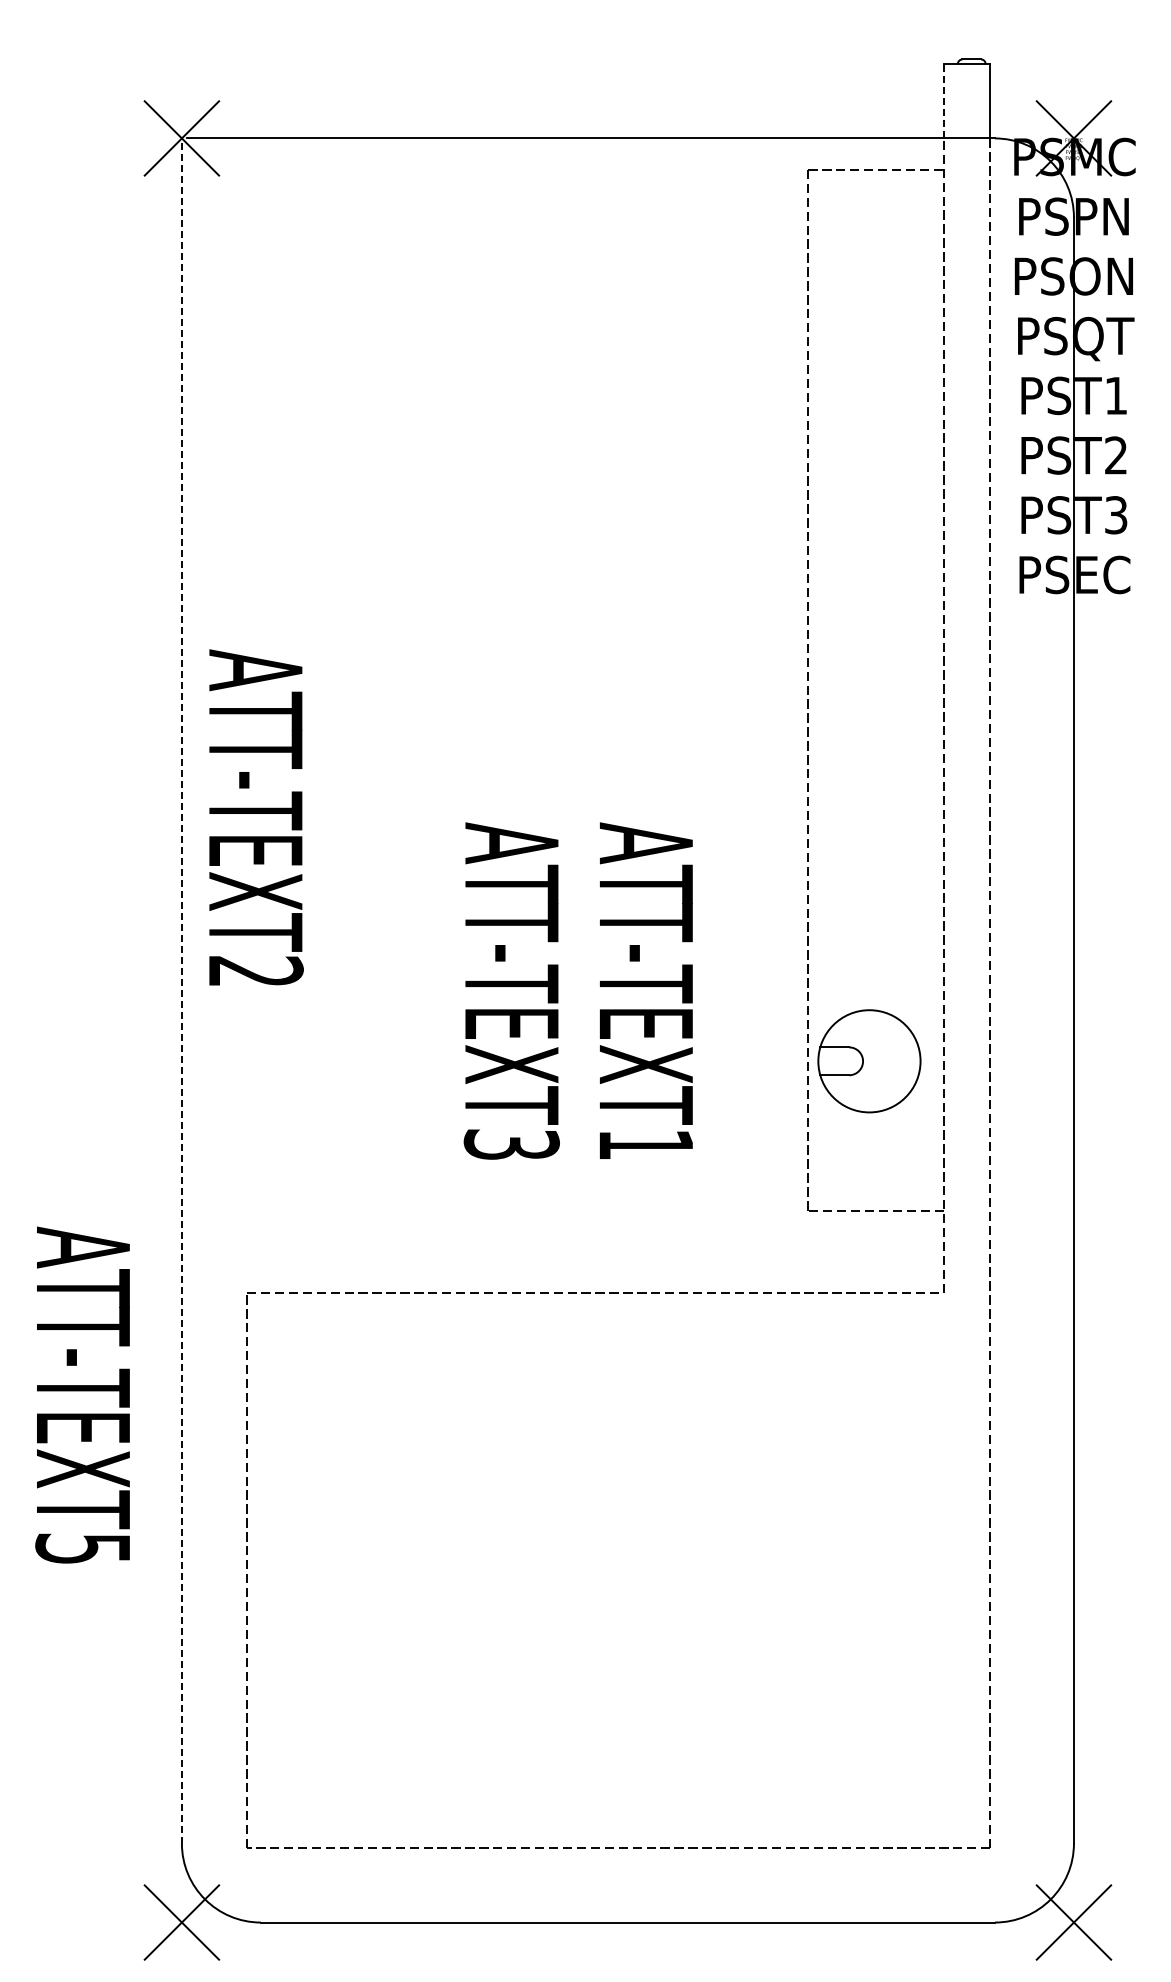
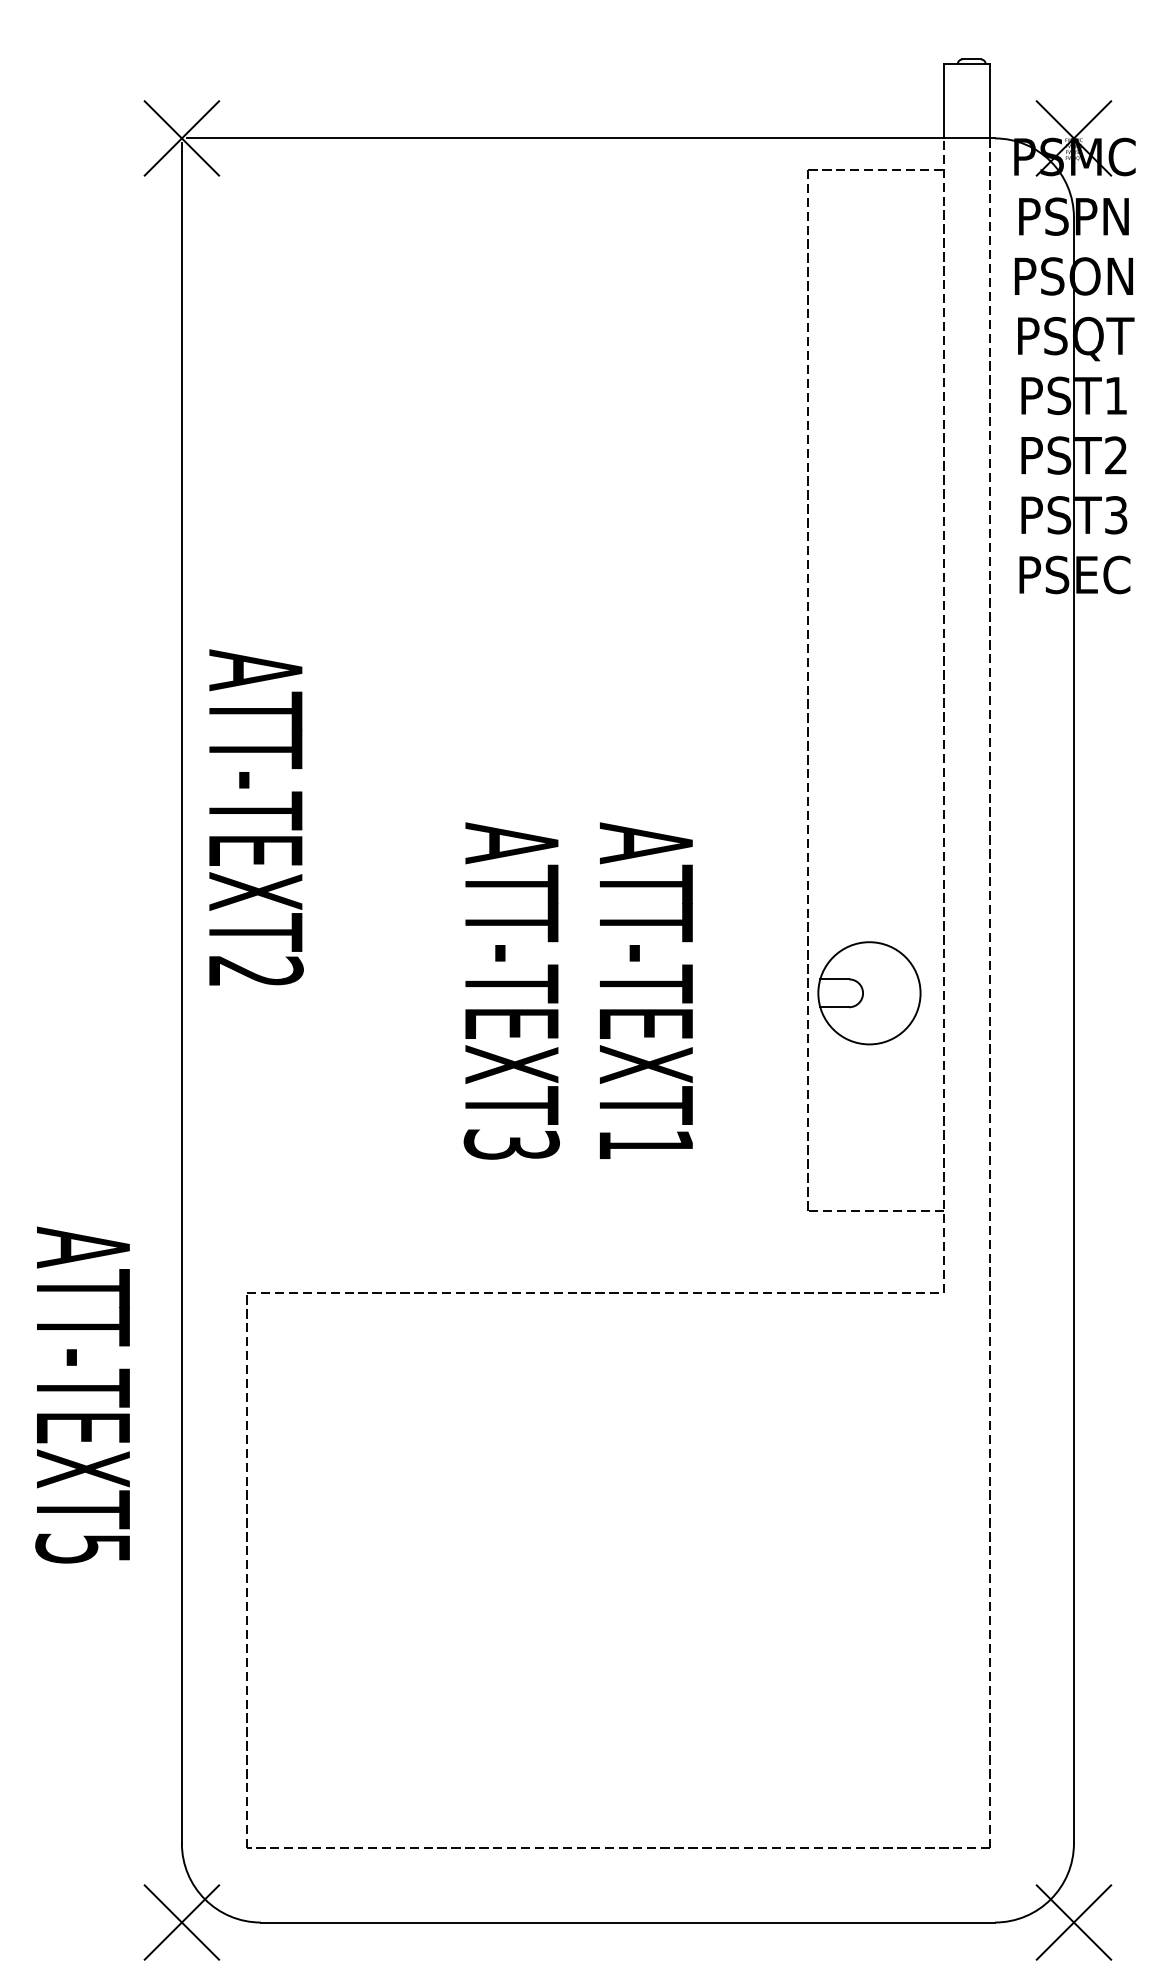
line at (943, 100): dashed -> solid
line at (181, 993): dashed -> solid
part at (869, 1061) position: (869, 1061) -> (869, 993)
